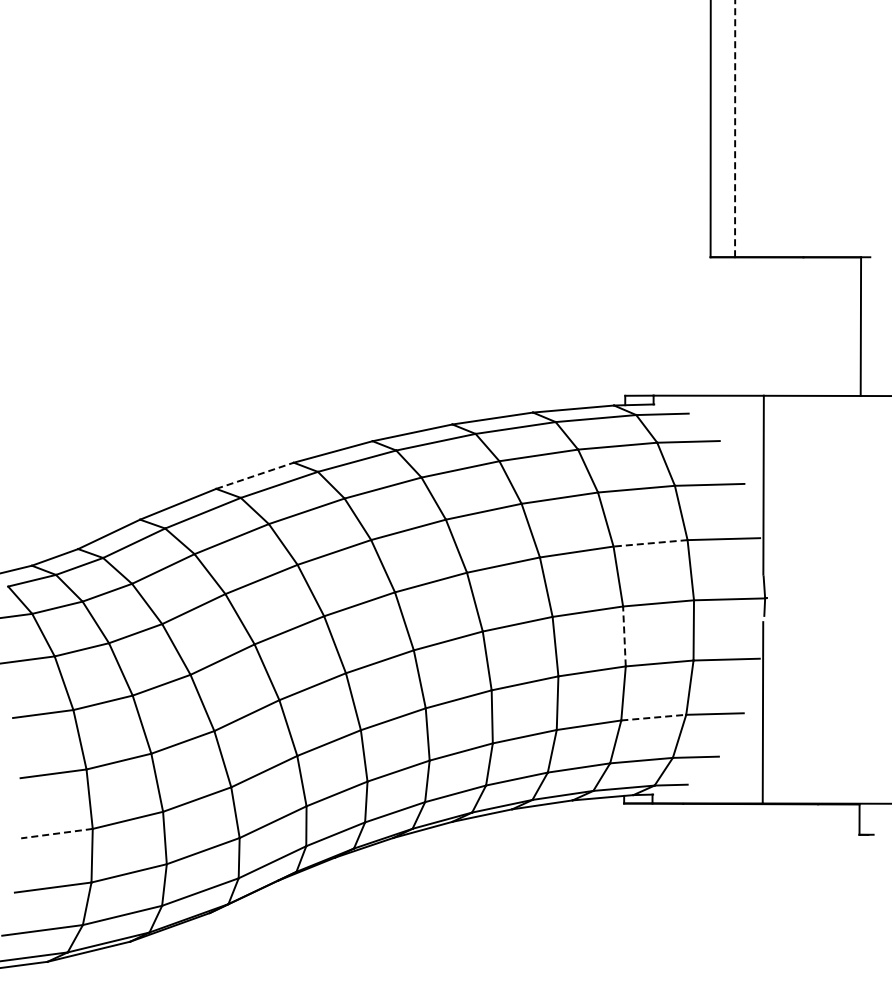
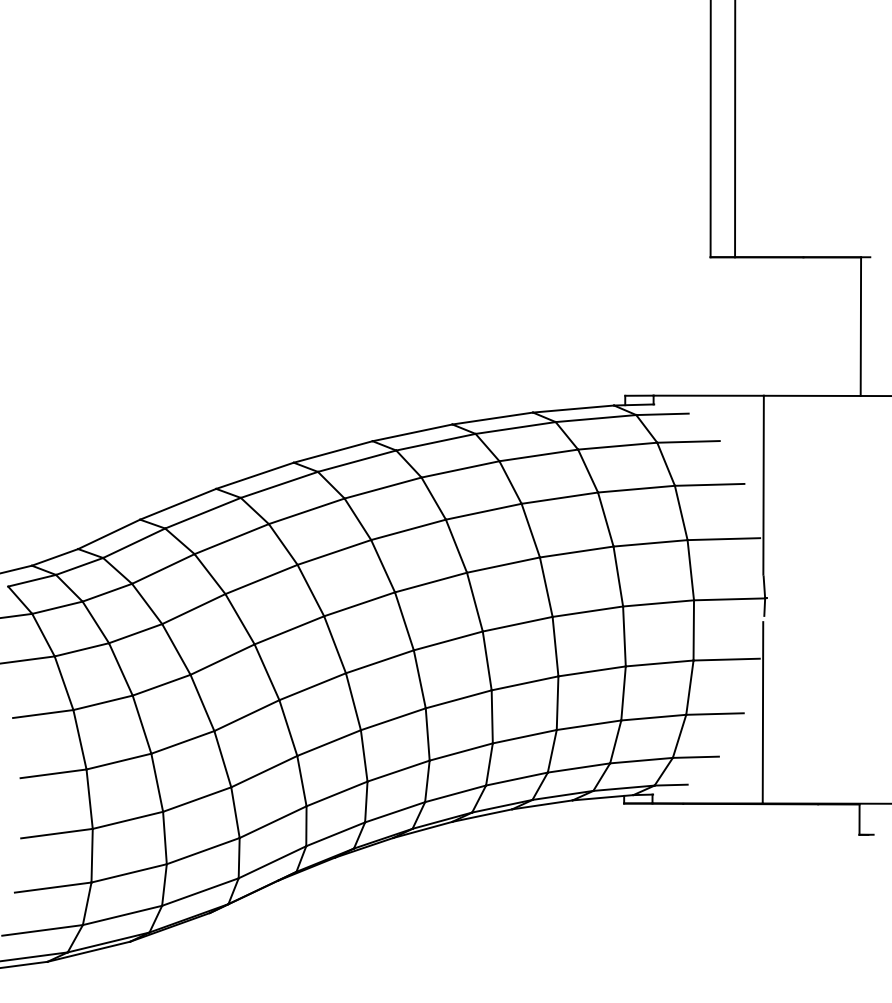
line at (735, 128): dashed -> solid
line at (255, 475): dashed -> solid
line at (650, 543): dashed -> solid
line at (624, 636): dashed -> solid
line at (653, 717): dashed -> solid
line at (56, 833): dashed -> solid
